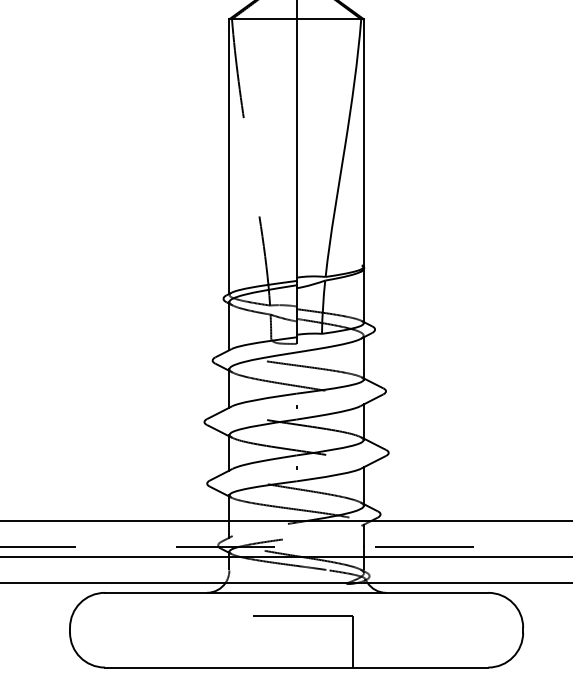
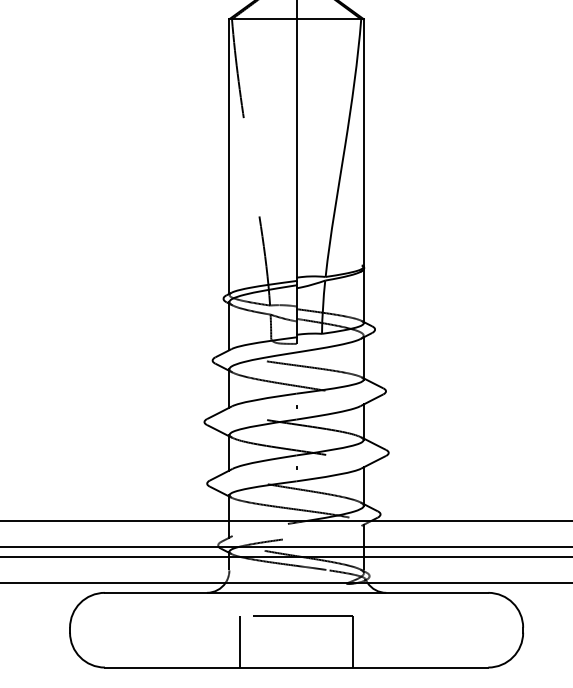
line at (286, 547): dashed -> solid
line at (240, 641): none -> present
